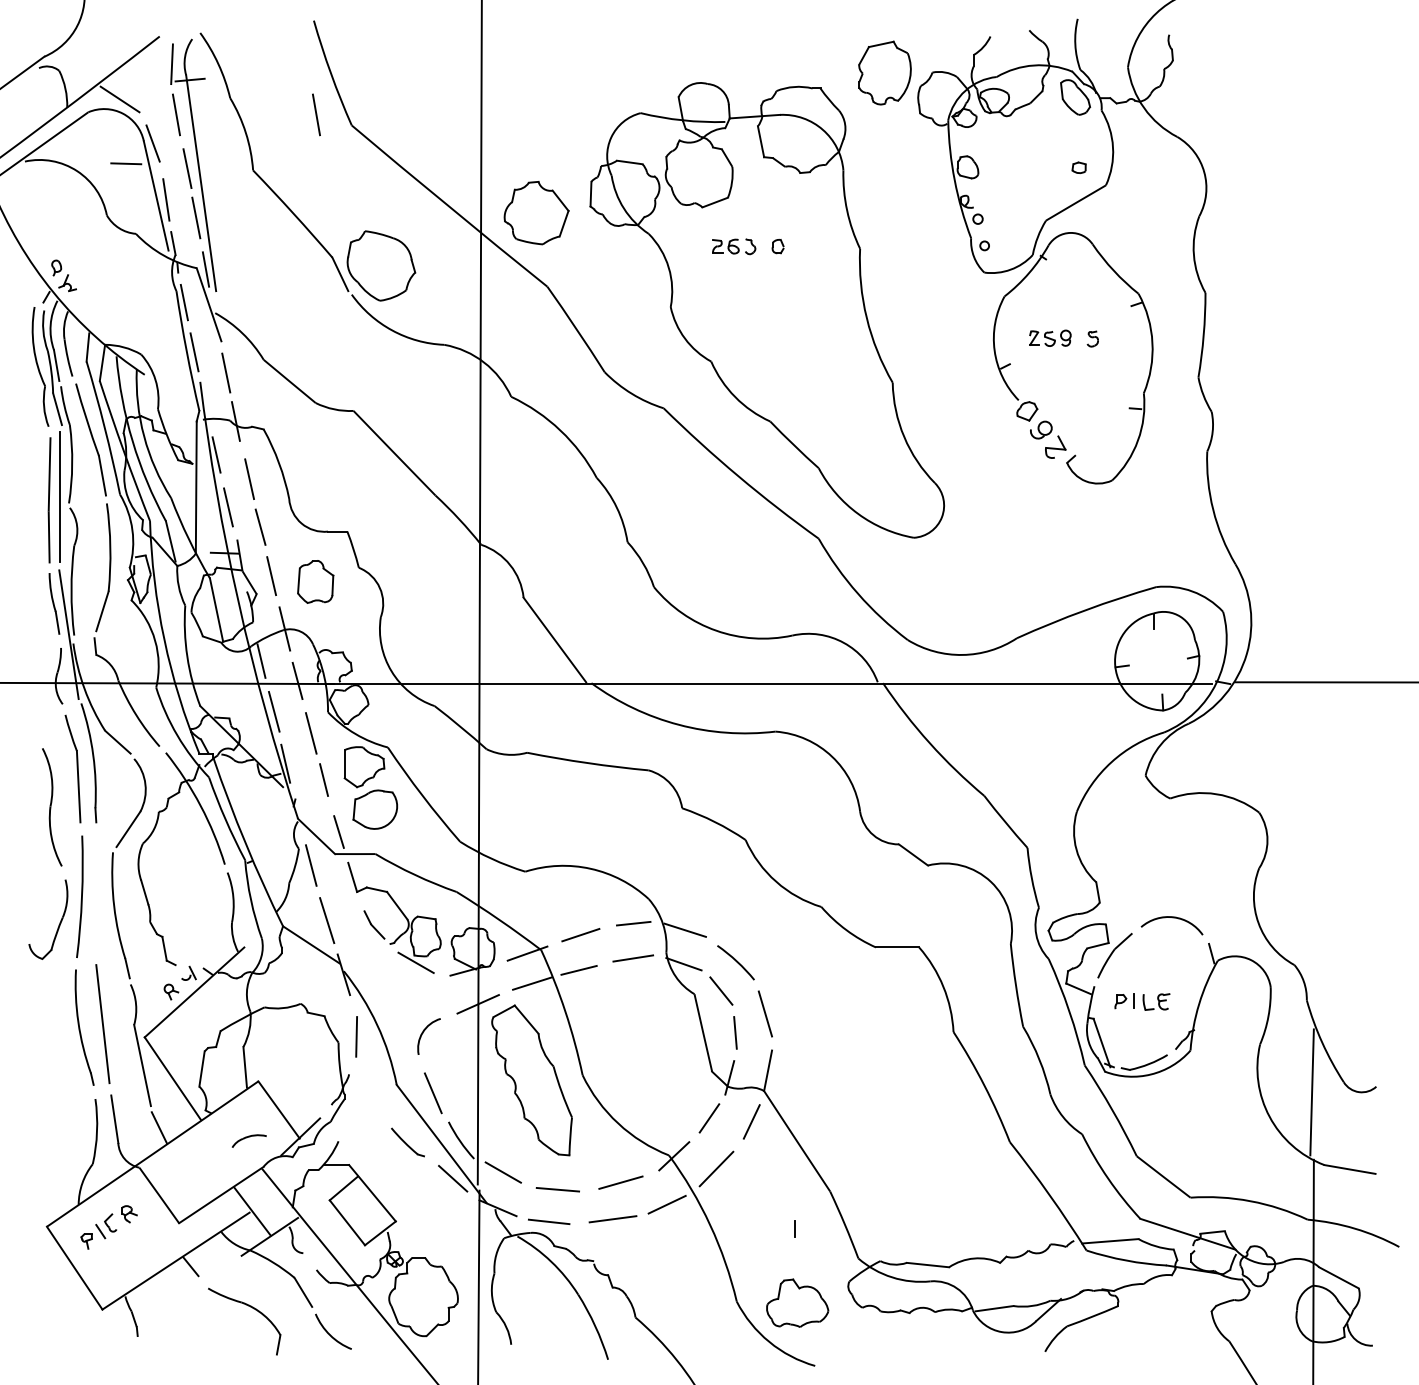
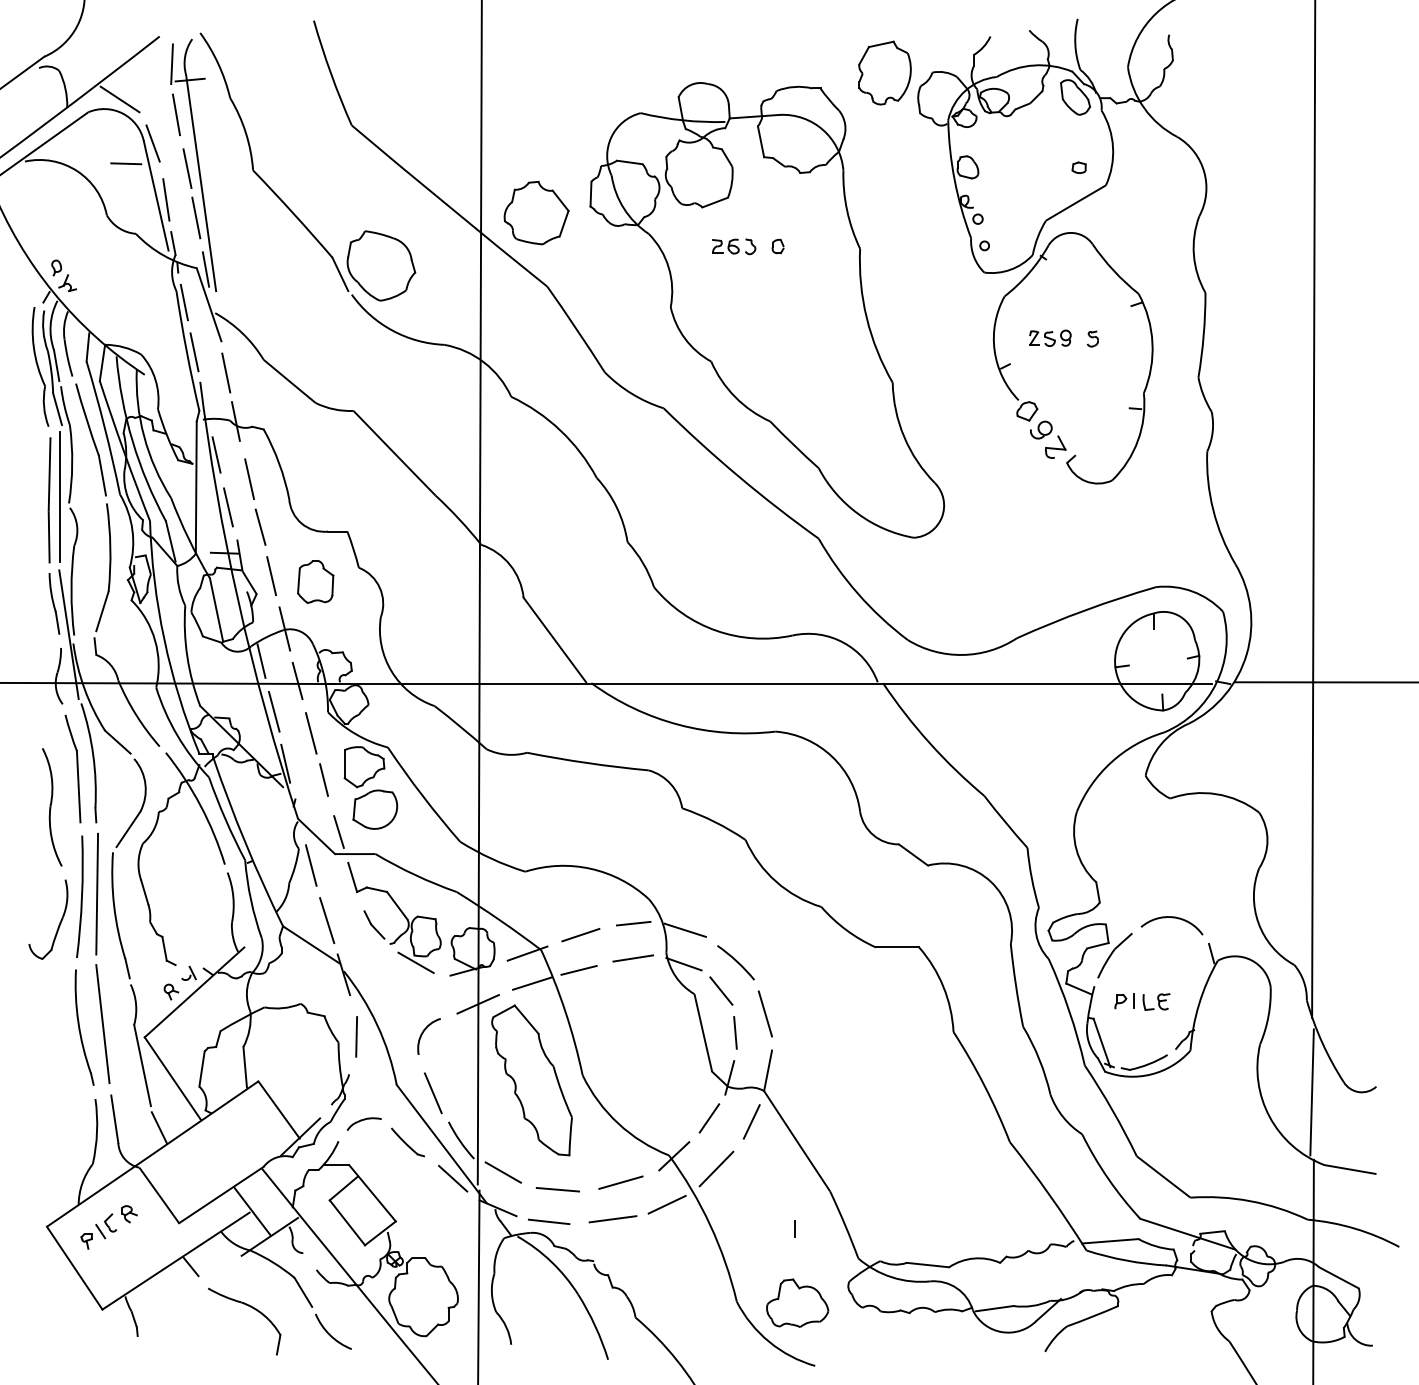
line at (316, 114): present -> none
line at (1313, 509): none -> present
line at (97, 893): none -> present
part at (248, 1140) position: (248, 1140) -> (363, 1123)
